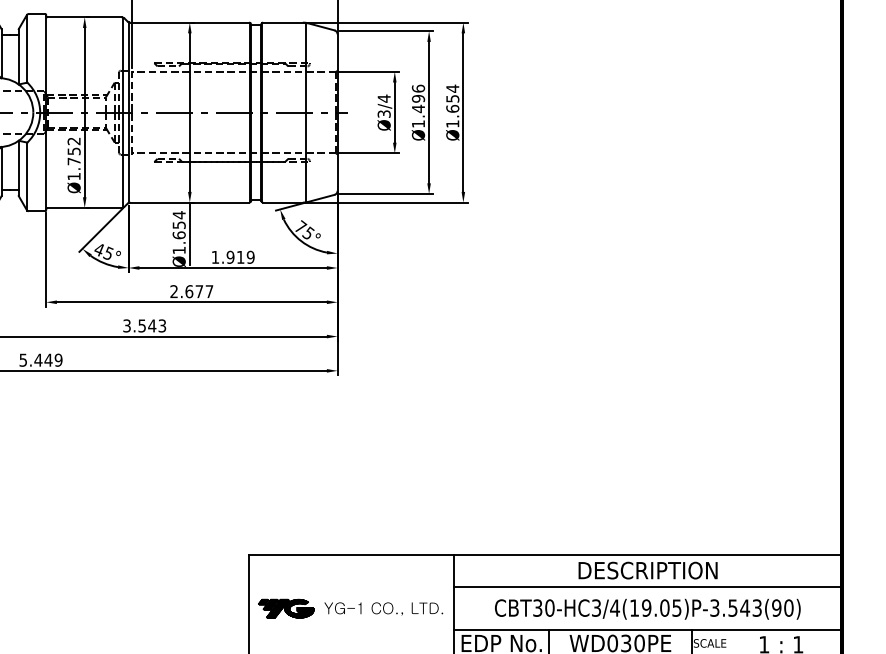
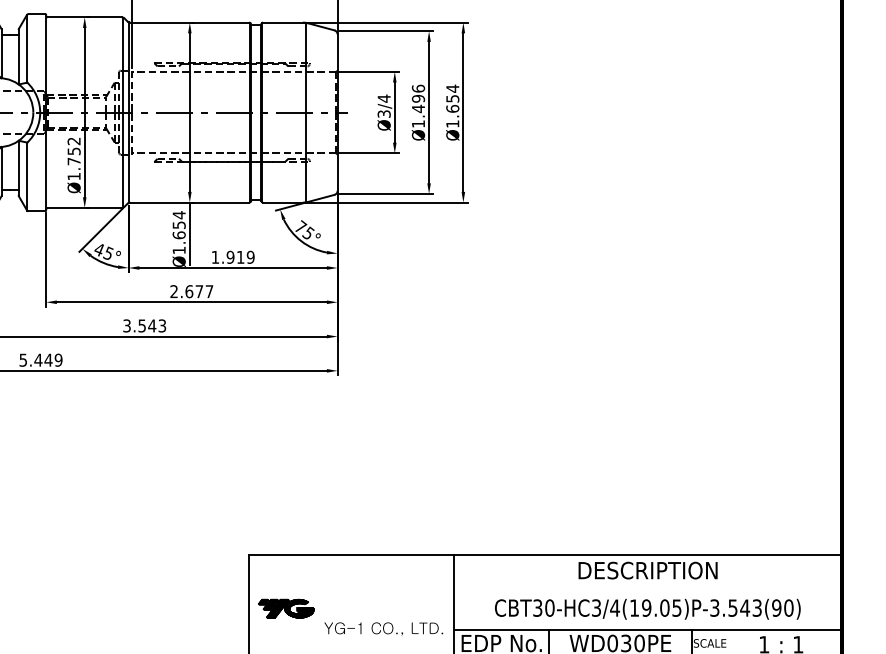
line at (647, 586): present -> none
text at (383, 608) position: (383, 608) -> (383, 628)
